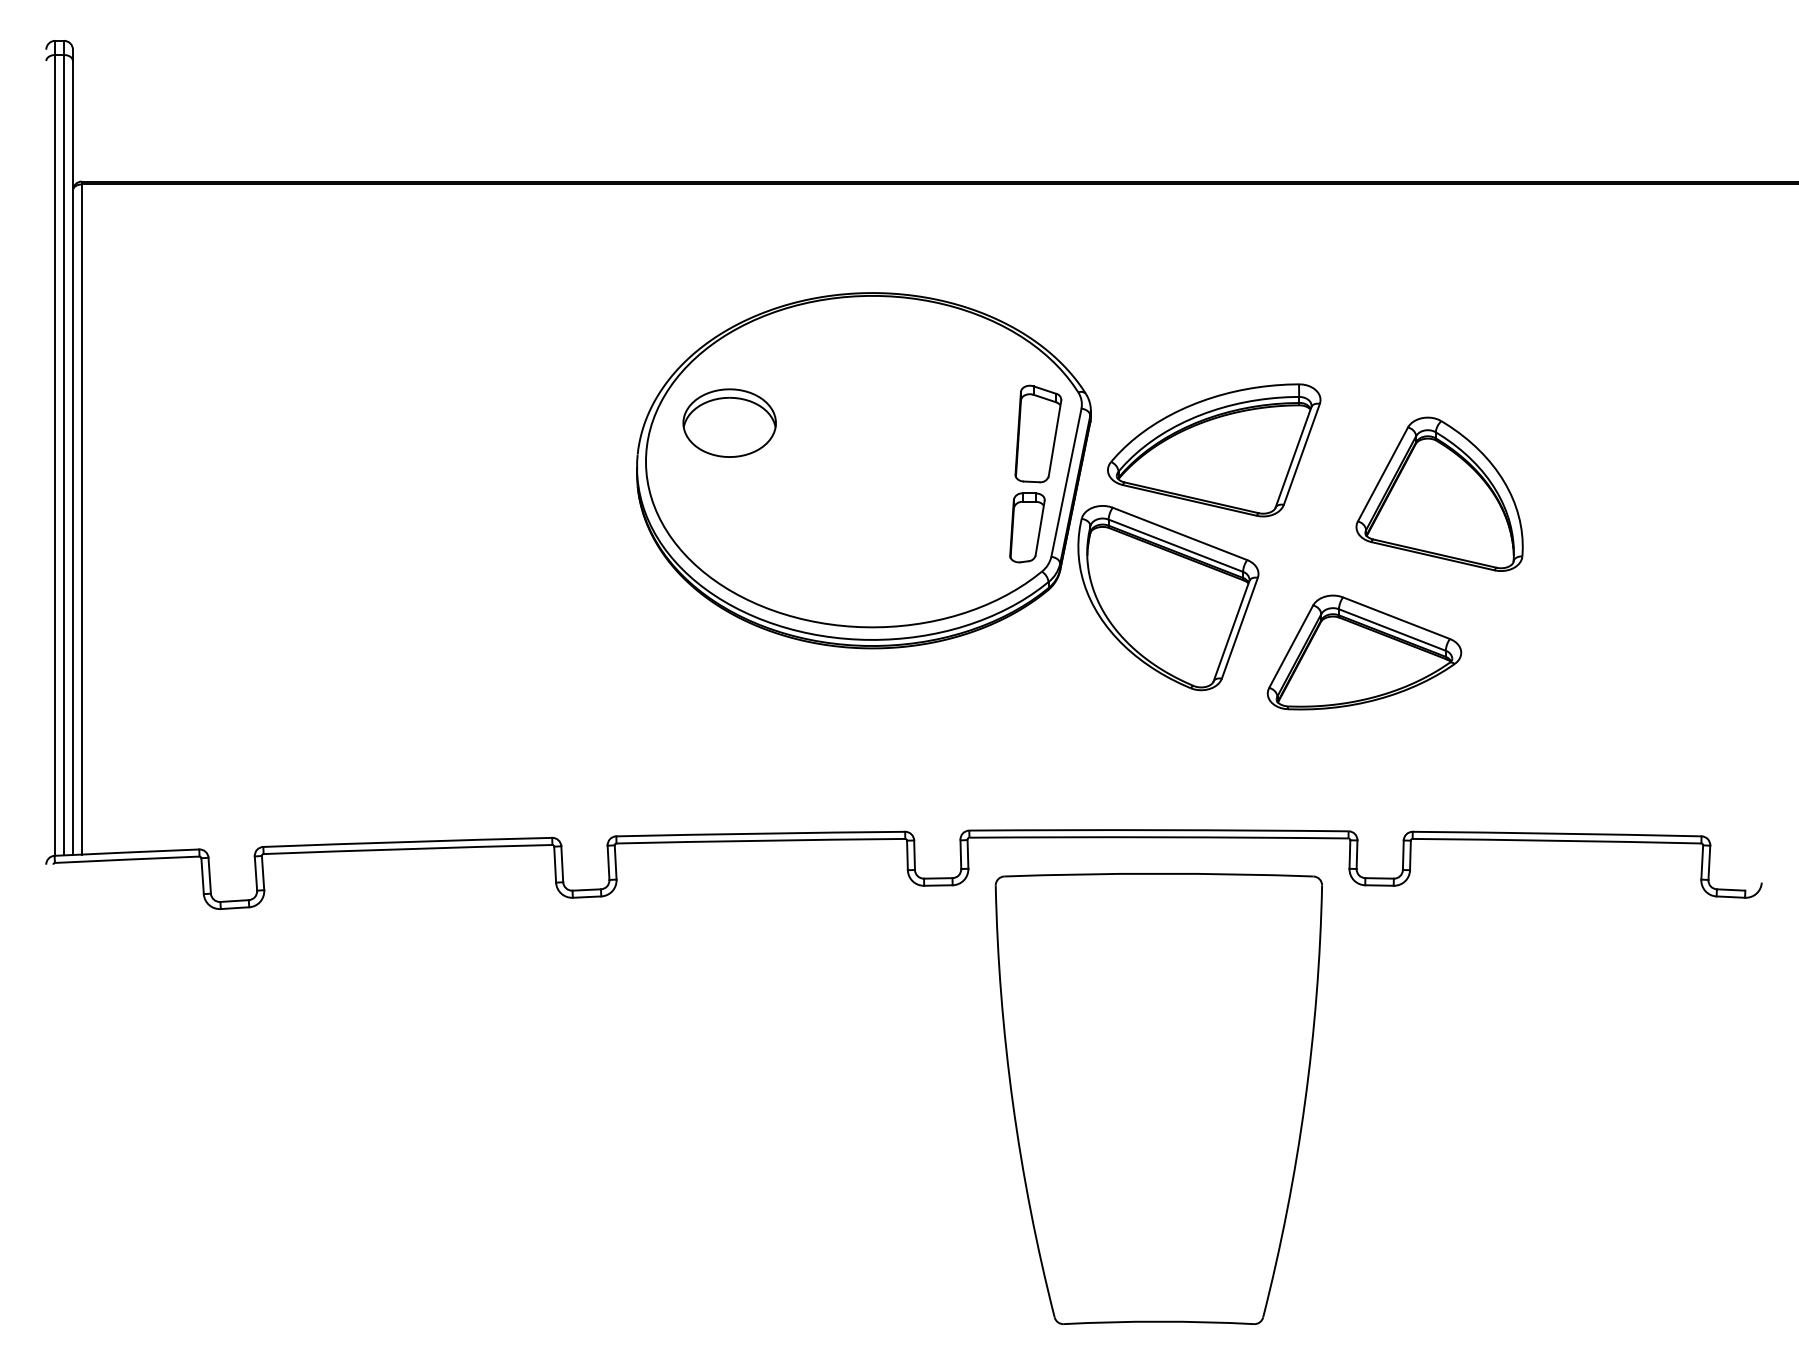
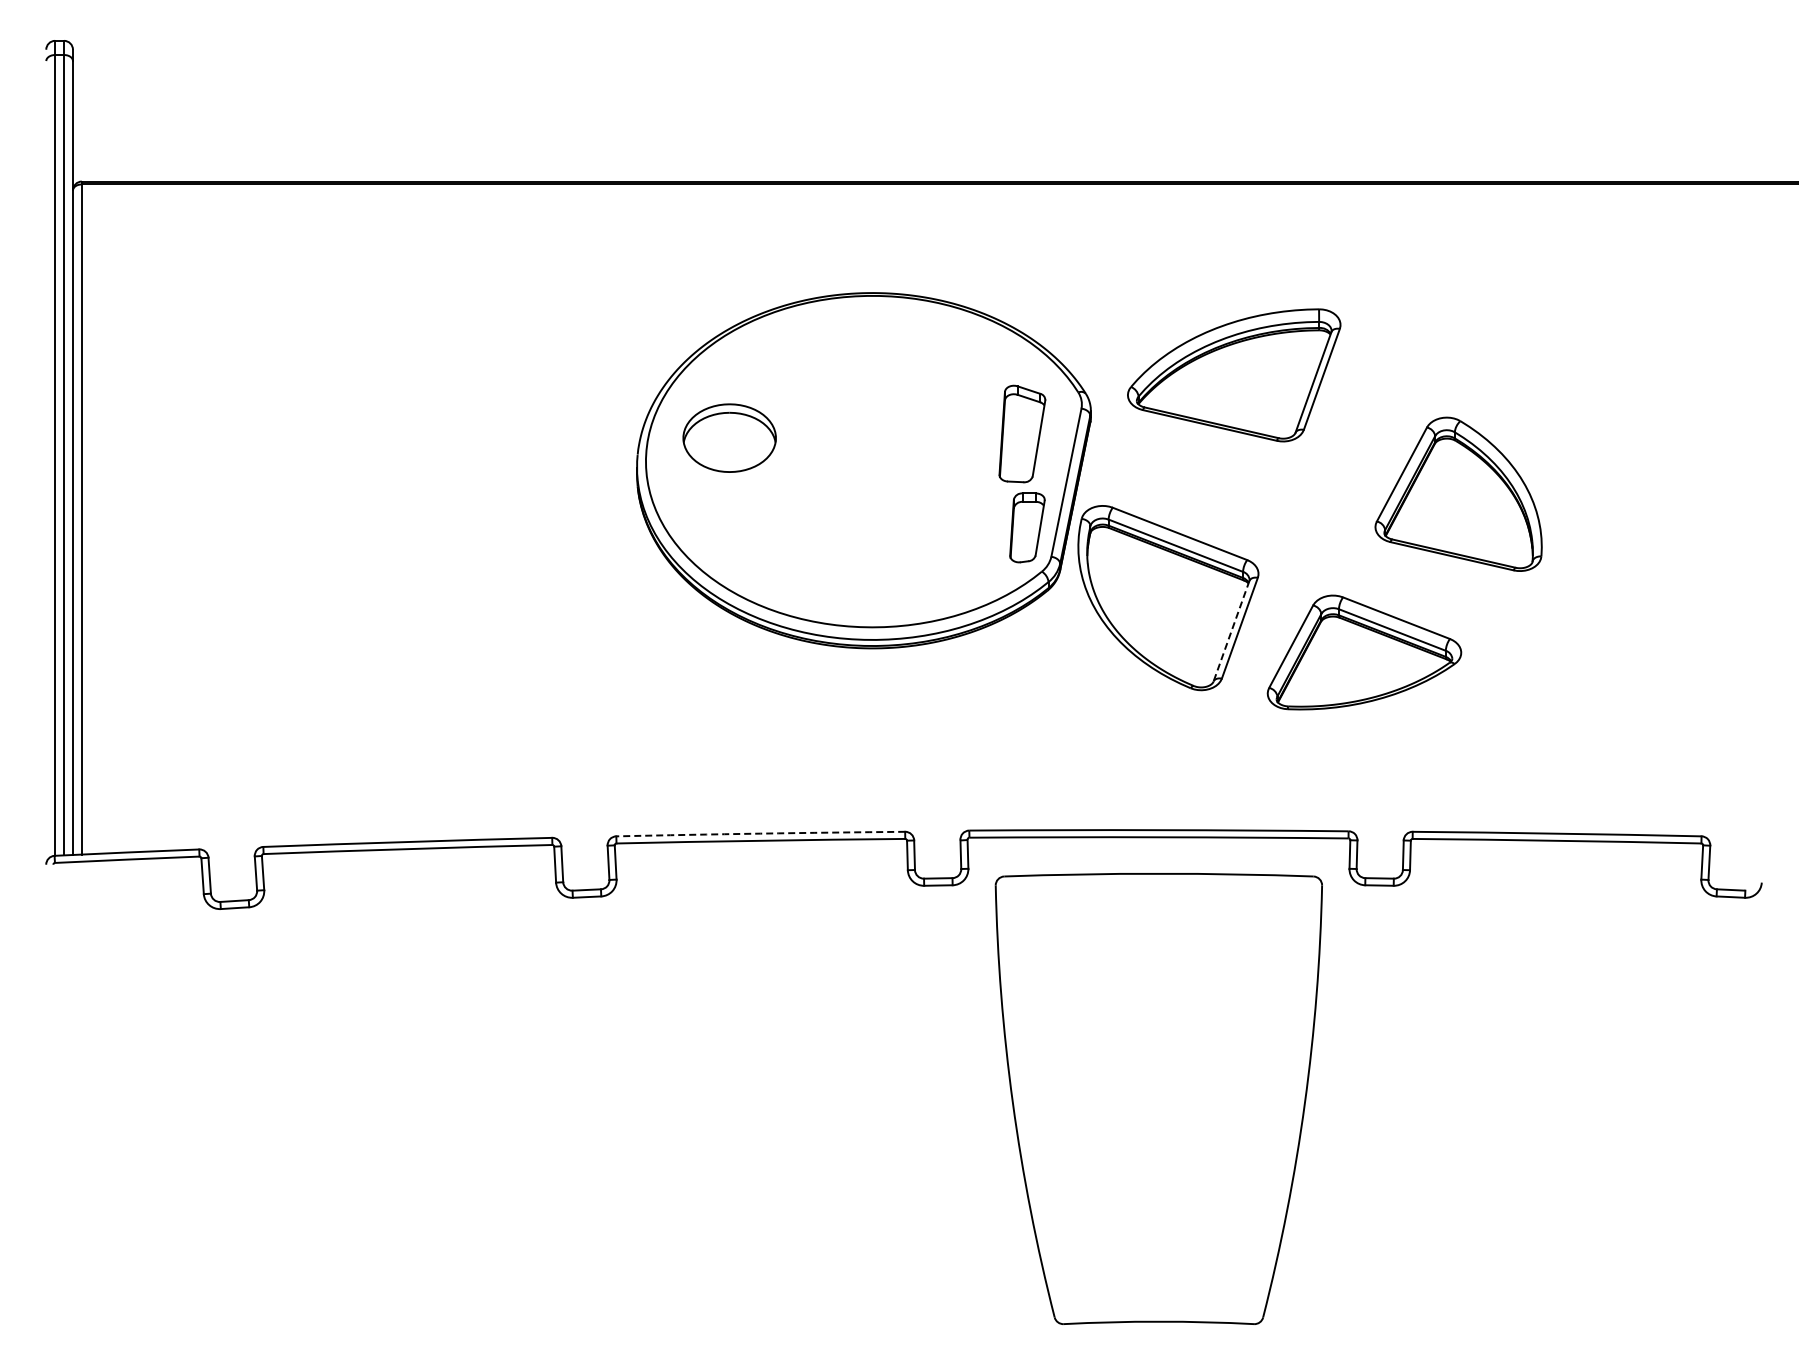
part at (729, 422) position: (729, 422) -> (729, 437)
part at (1038, 433) position: (1038, 433) -> (1022, 433)
part at (1214, 450) position: (1214, 450) -> (1234, 375)
part at (1439, 493) position: (1439, 493) -> (1458, 493)
line at (1231, 631): solid -> dashed
arc at (760, 833): solid -> dashed
